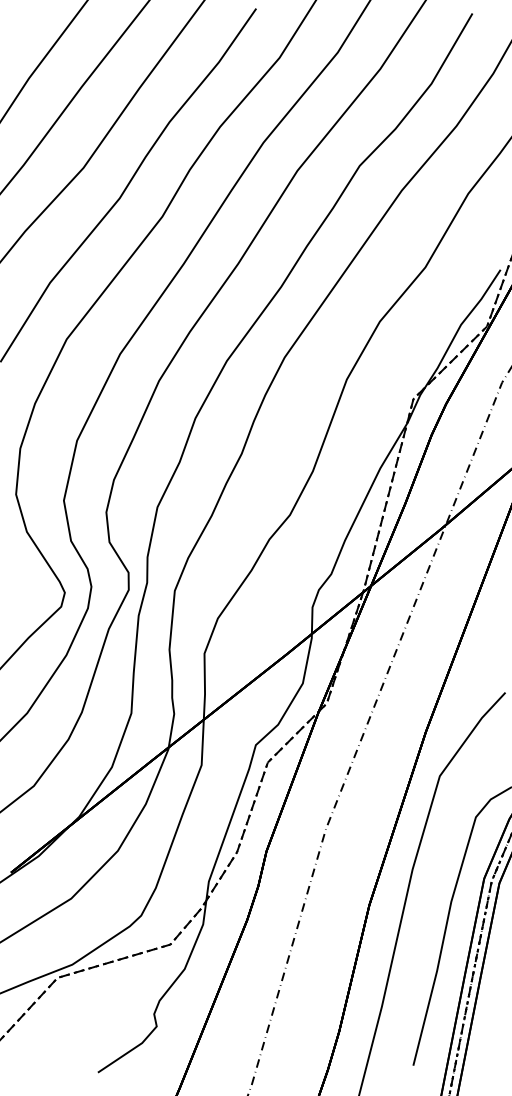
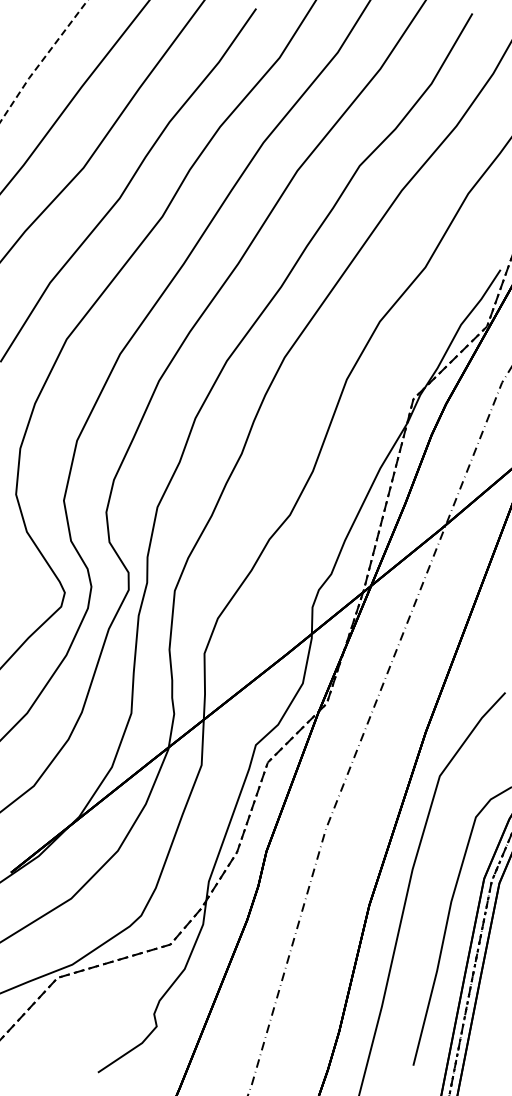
line at (42, 60): solid -> dashed
